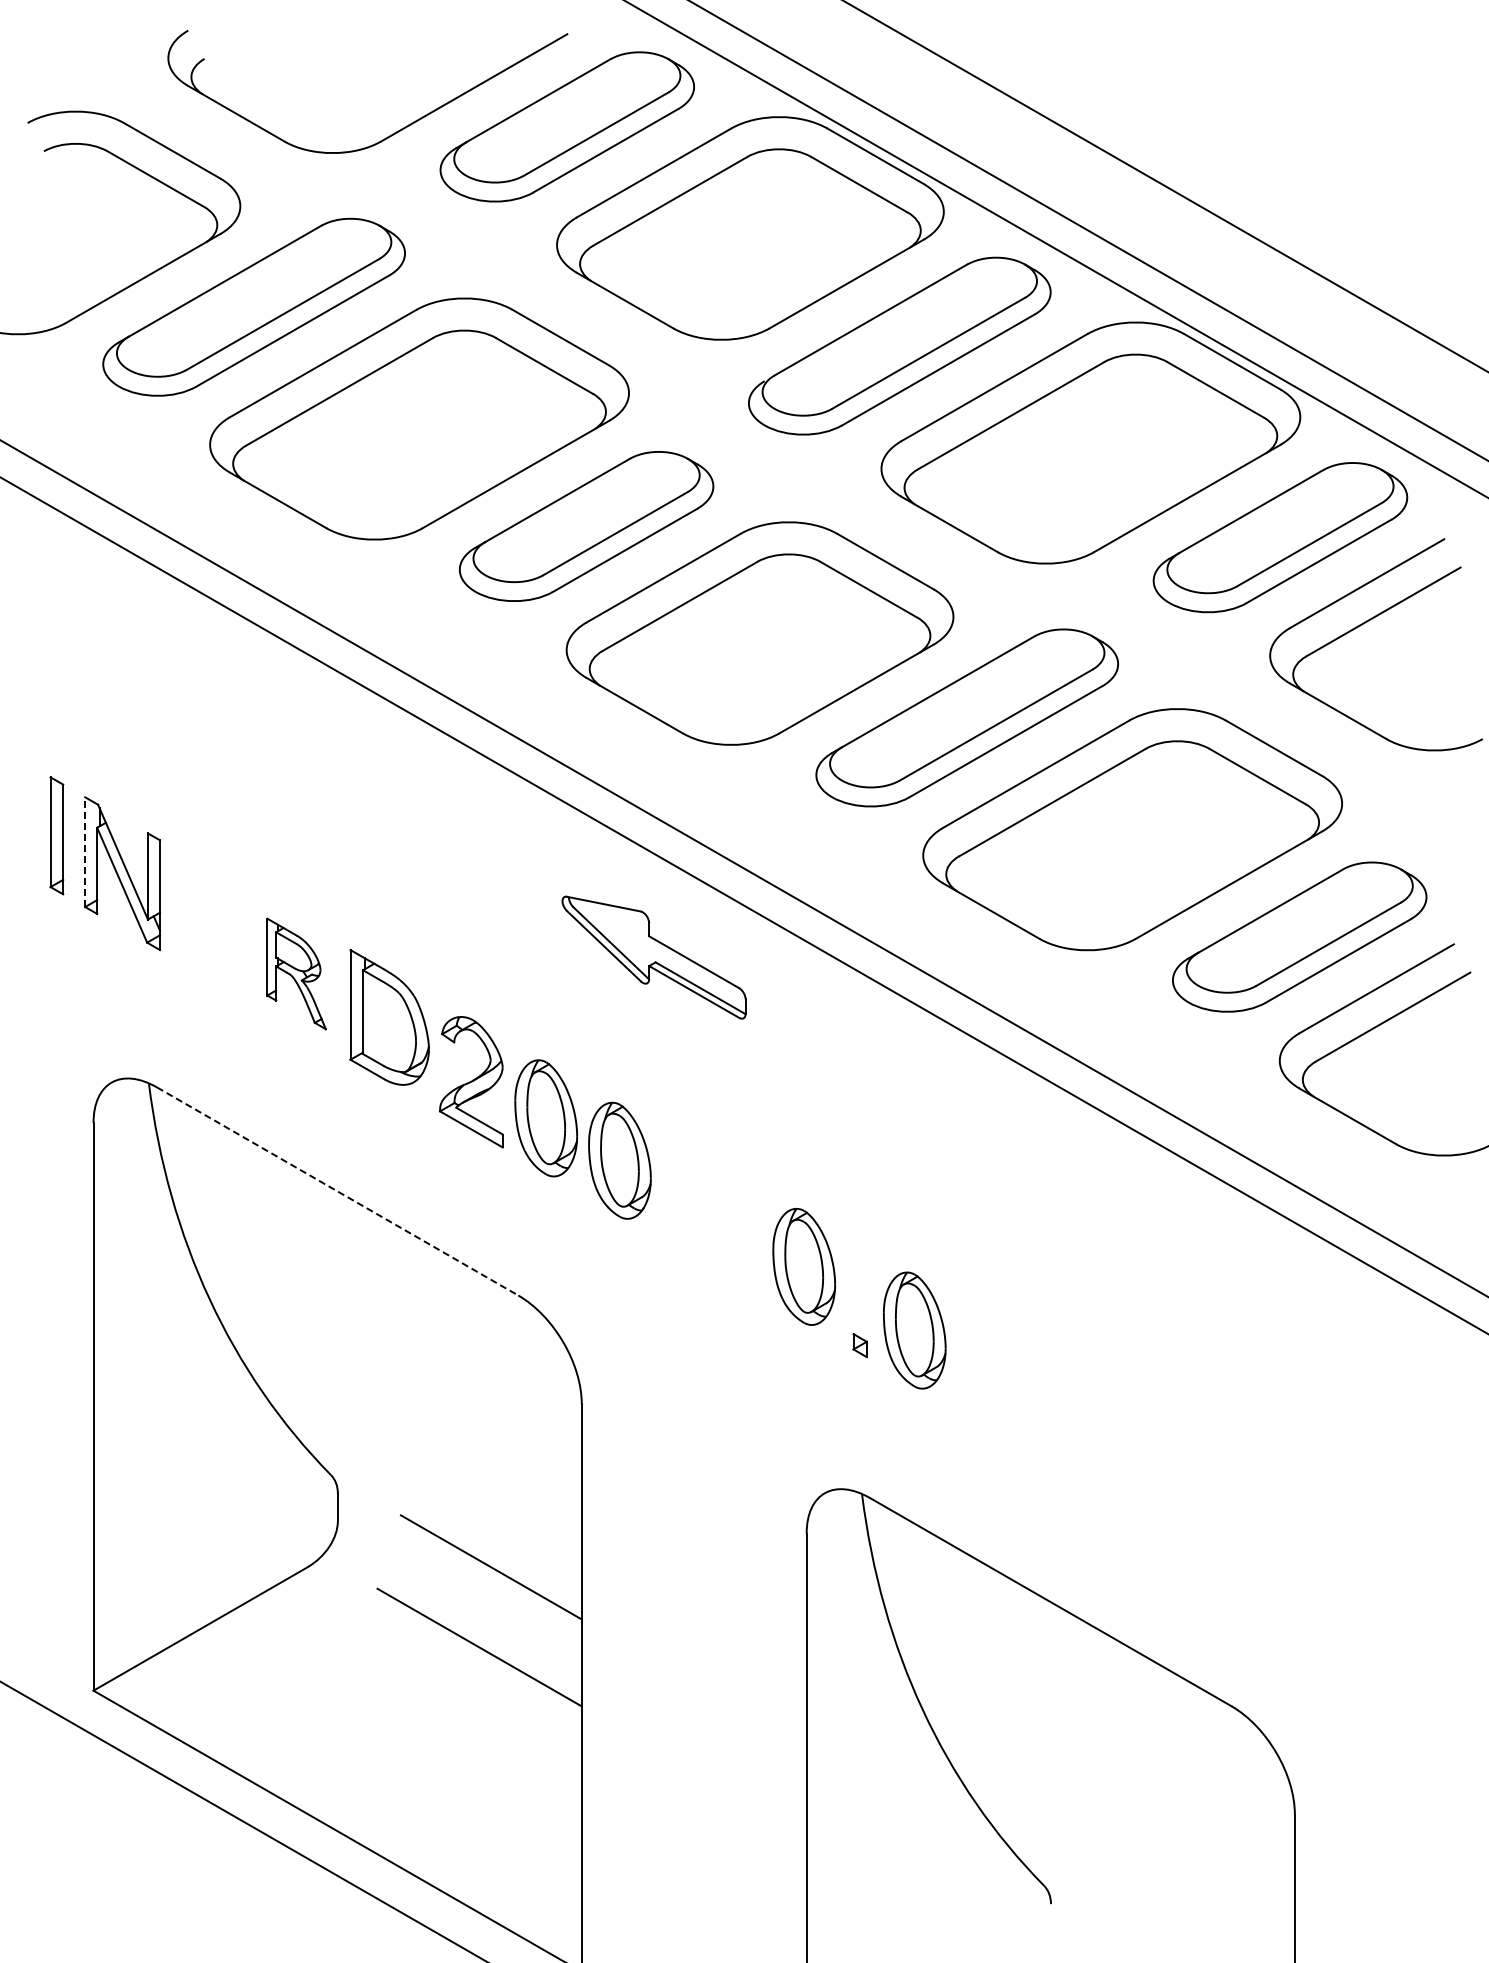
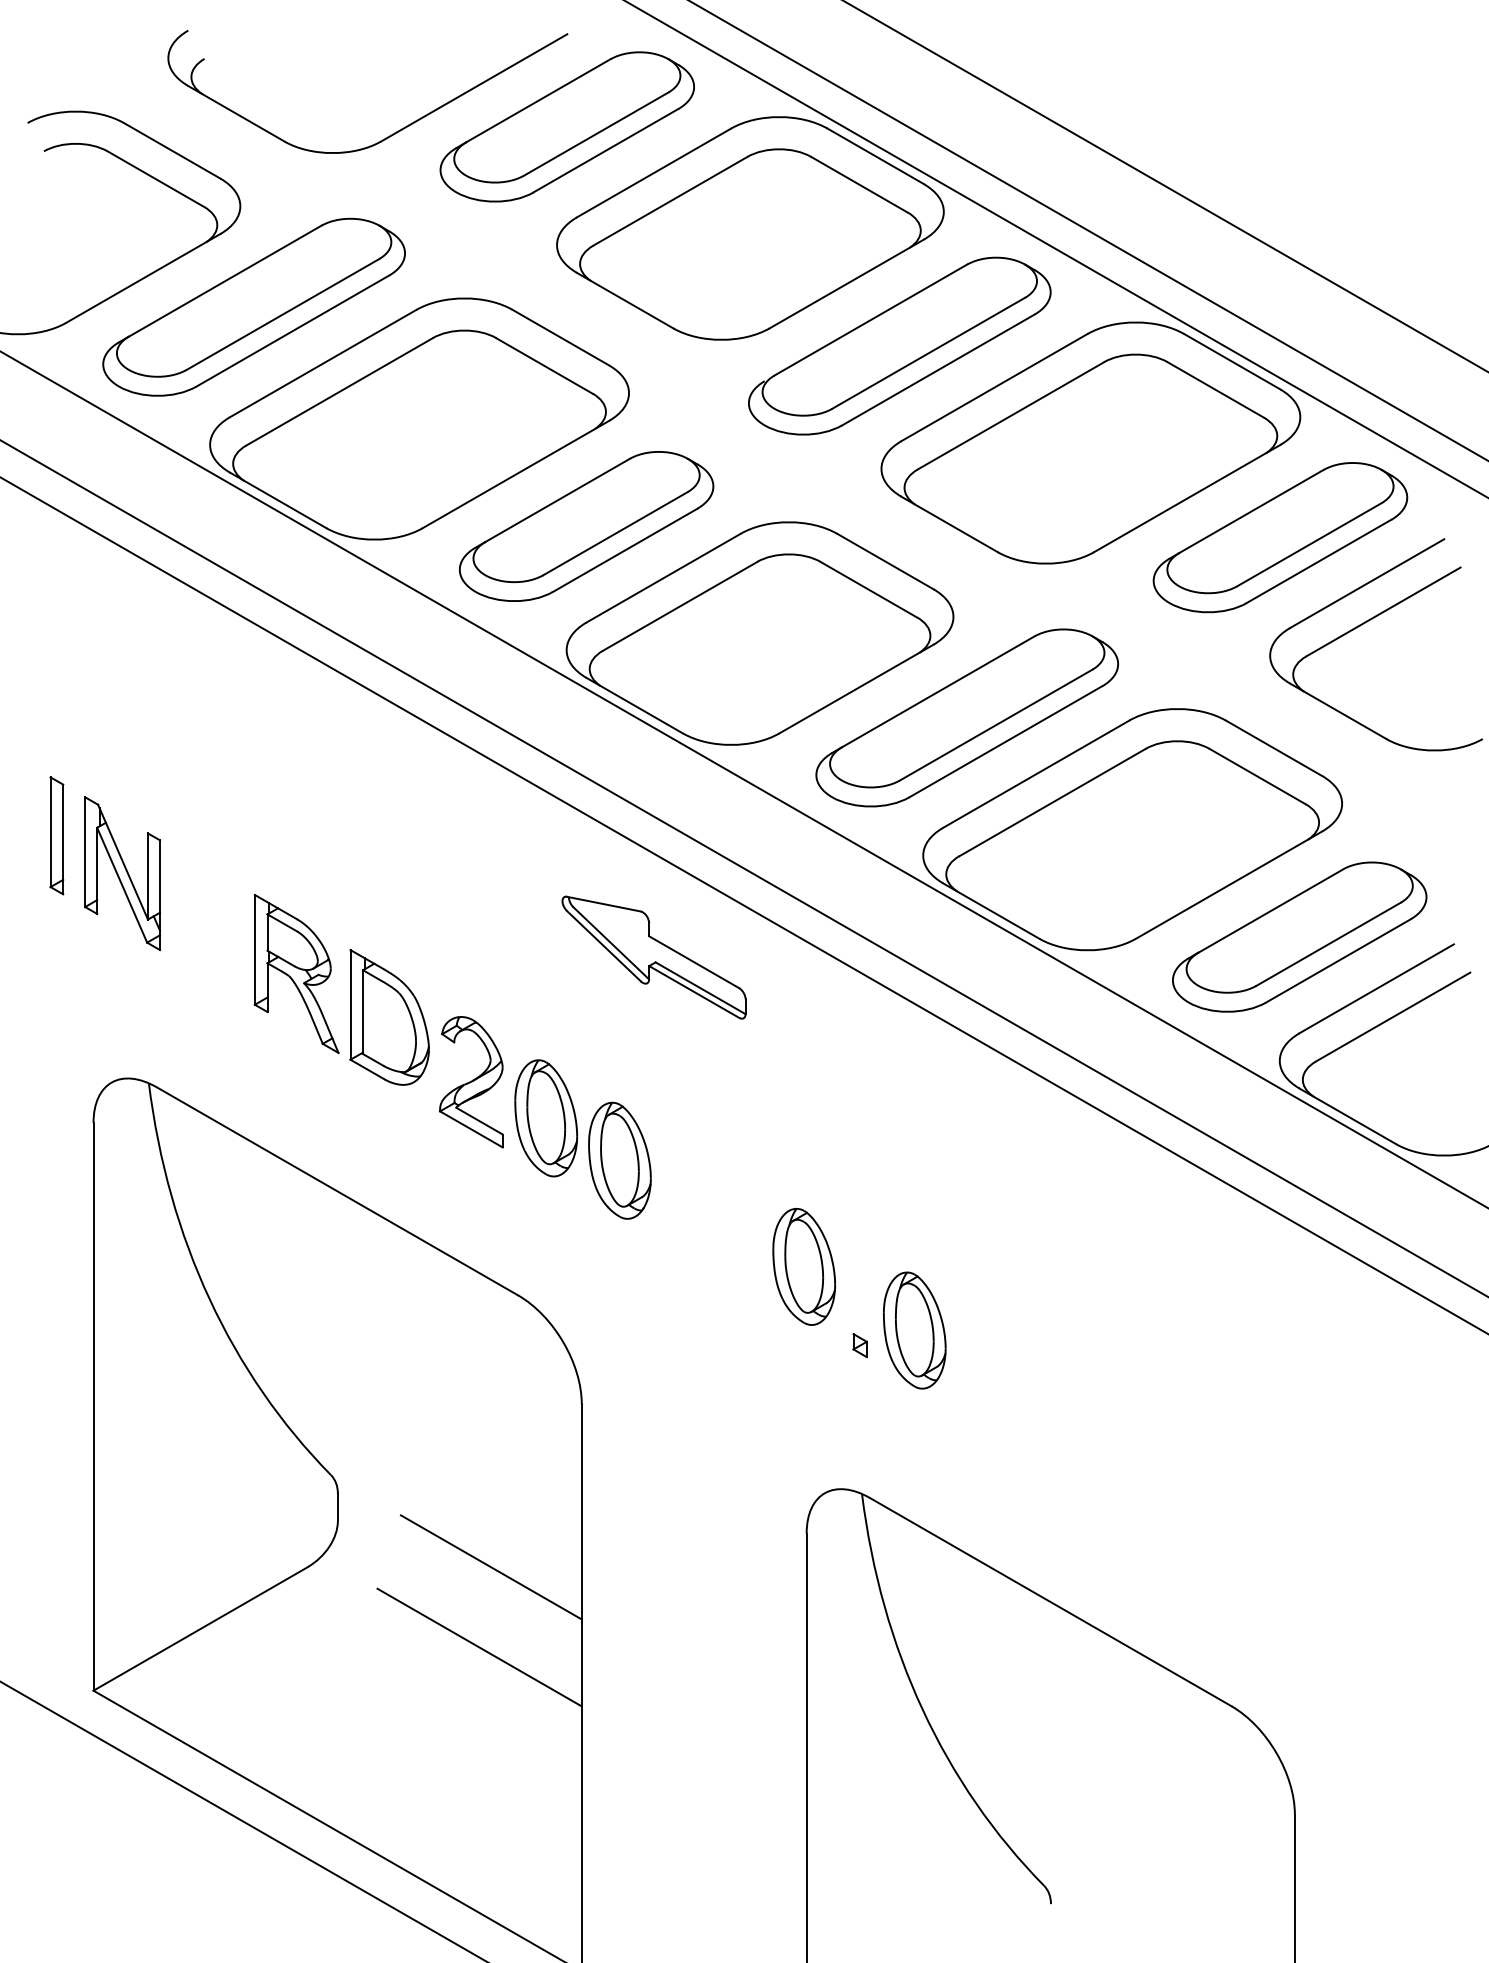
line at (743, 779): none -> present
line at (85, 852): dashed -> solid
part at (296, 973) size: 61x114 px -> 87x160 px
line at (338, 1191): dashed -> solid
